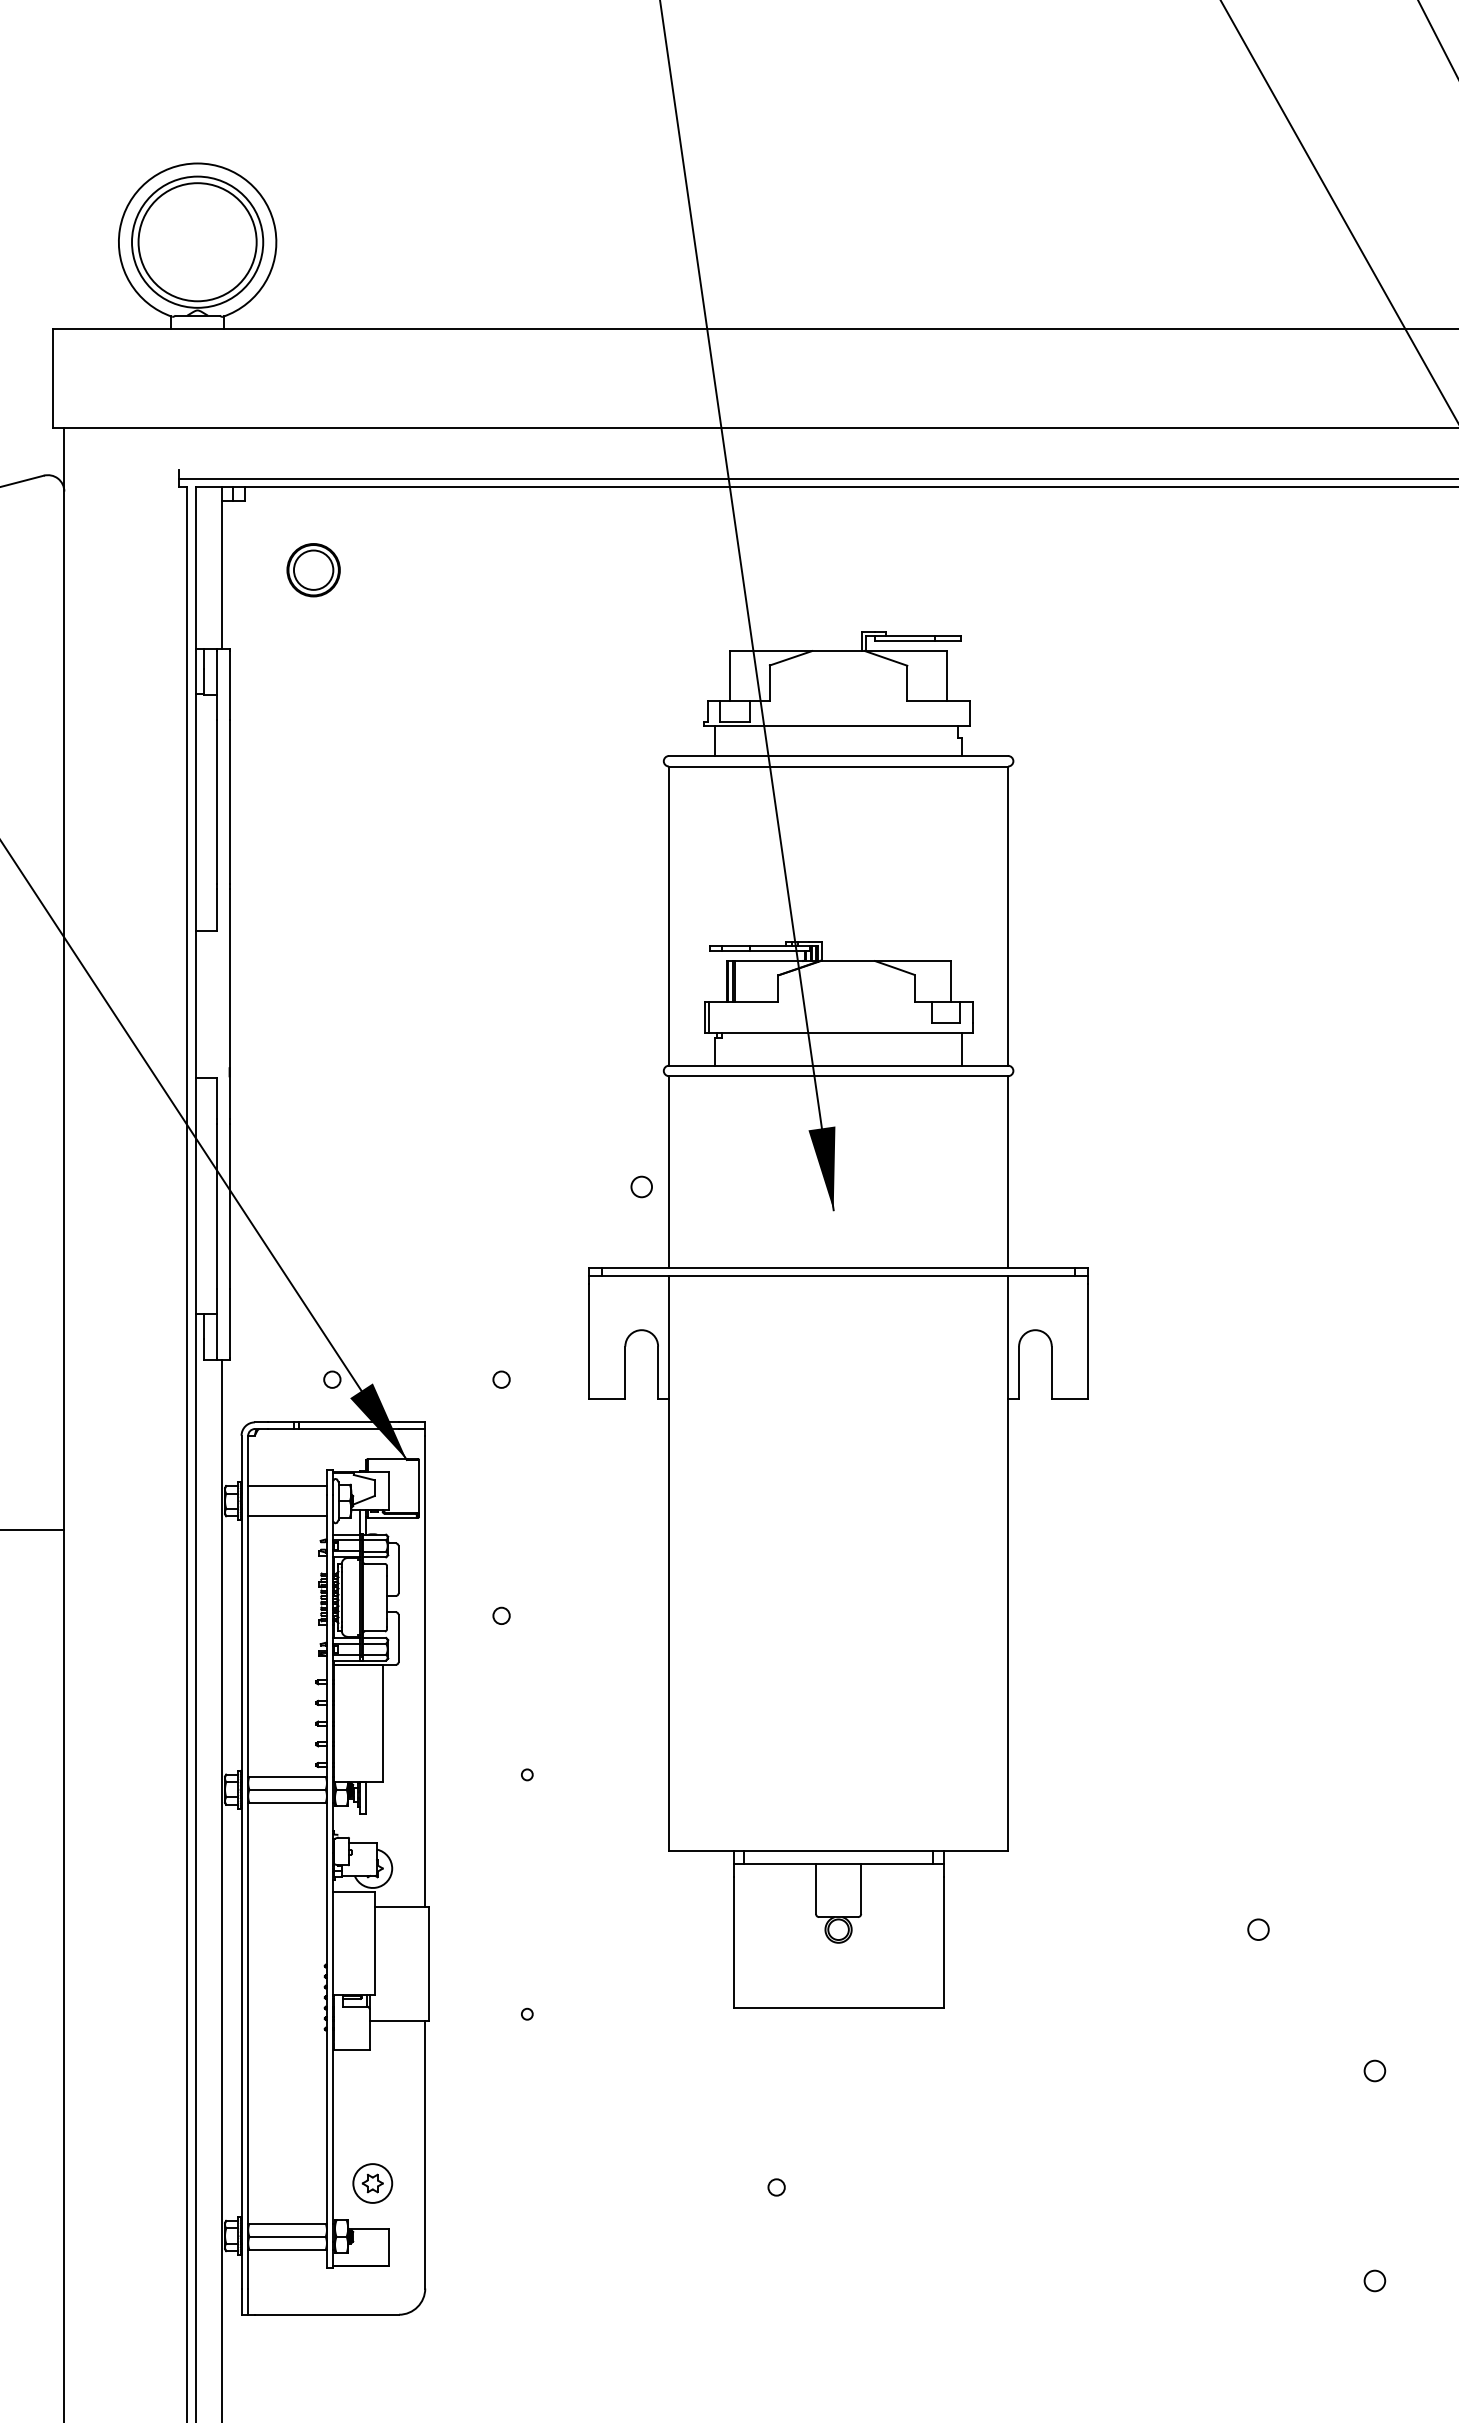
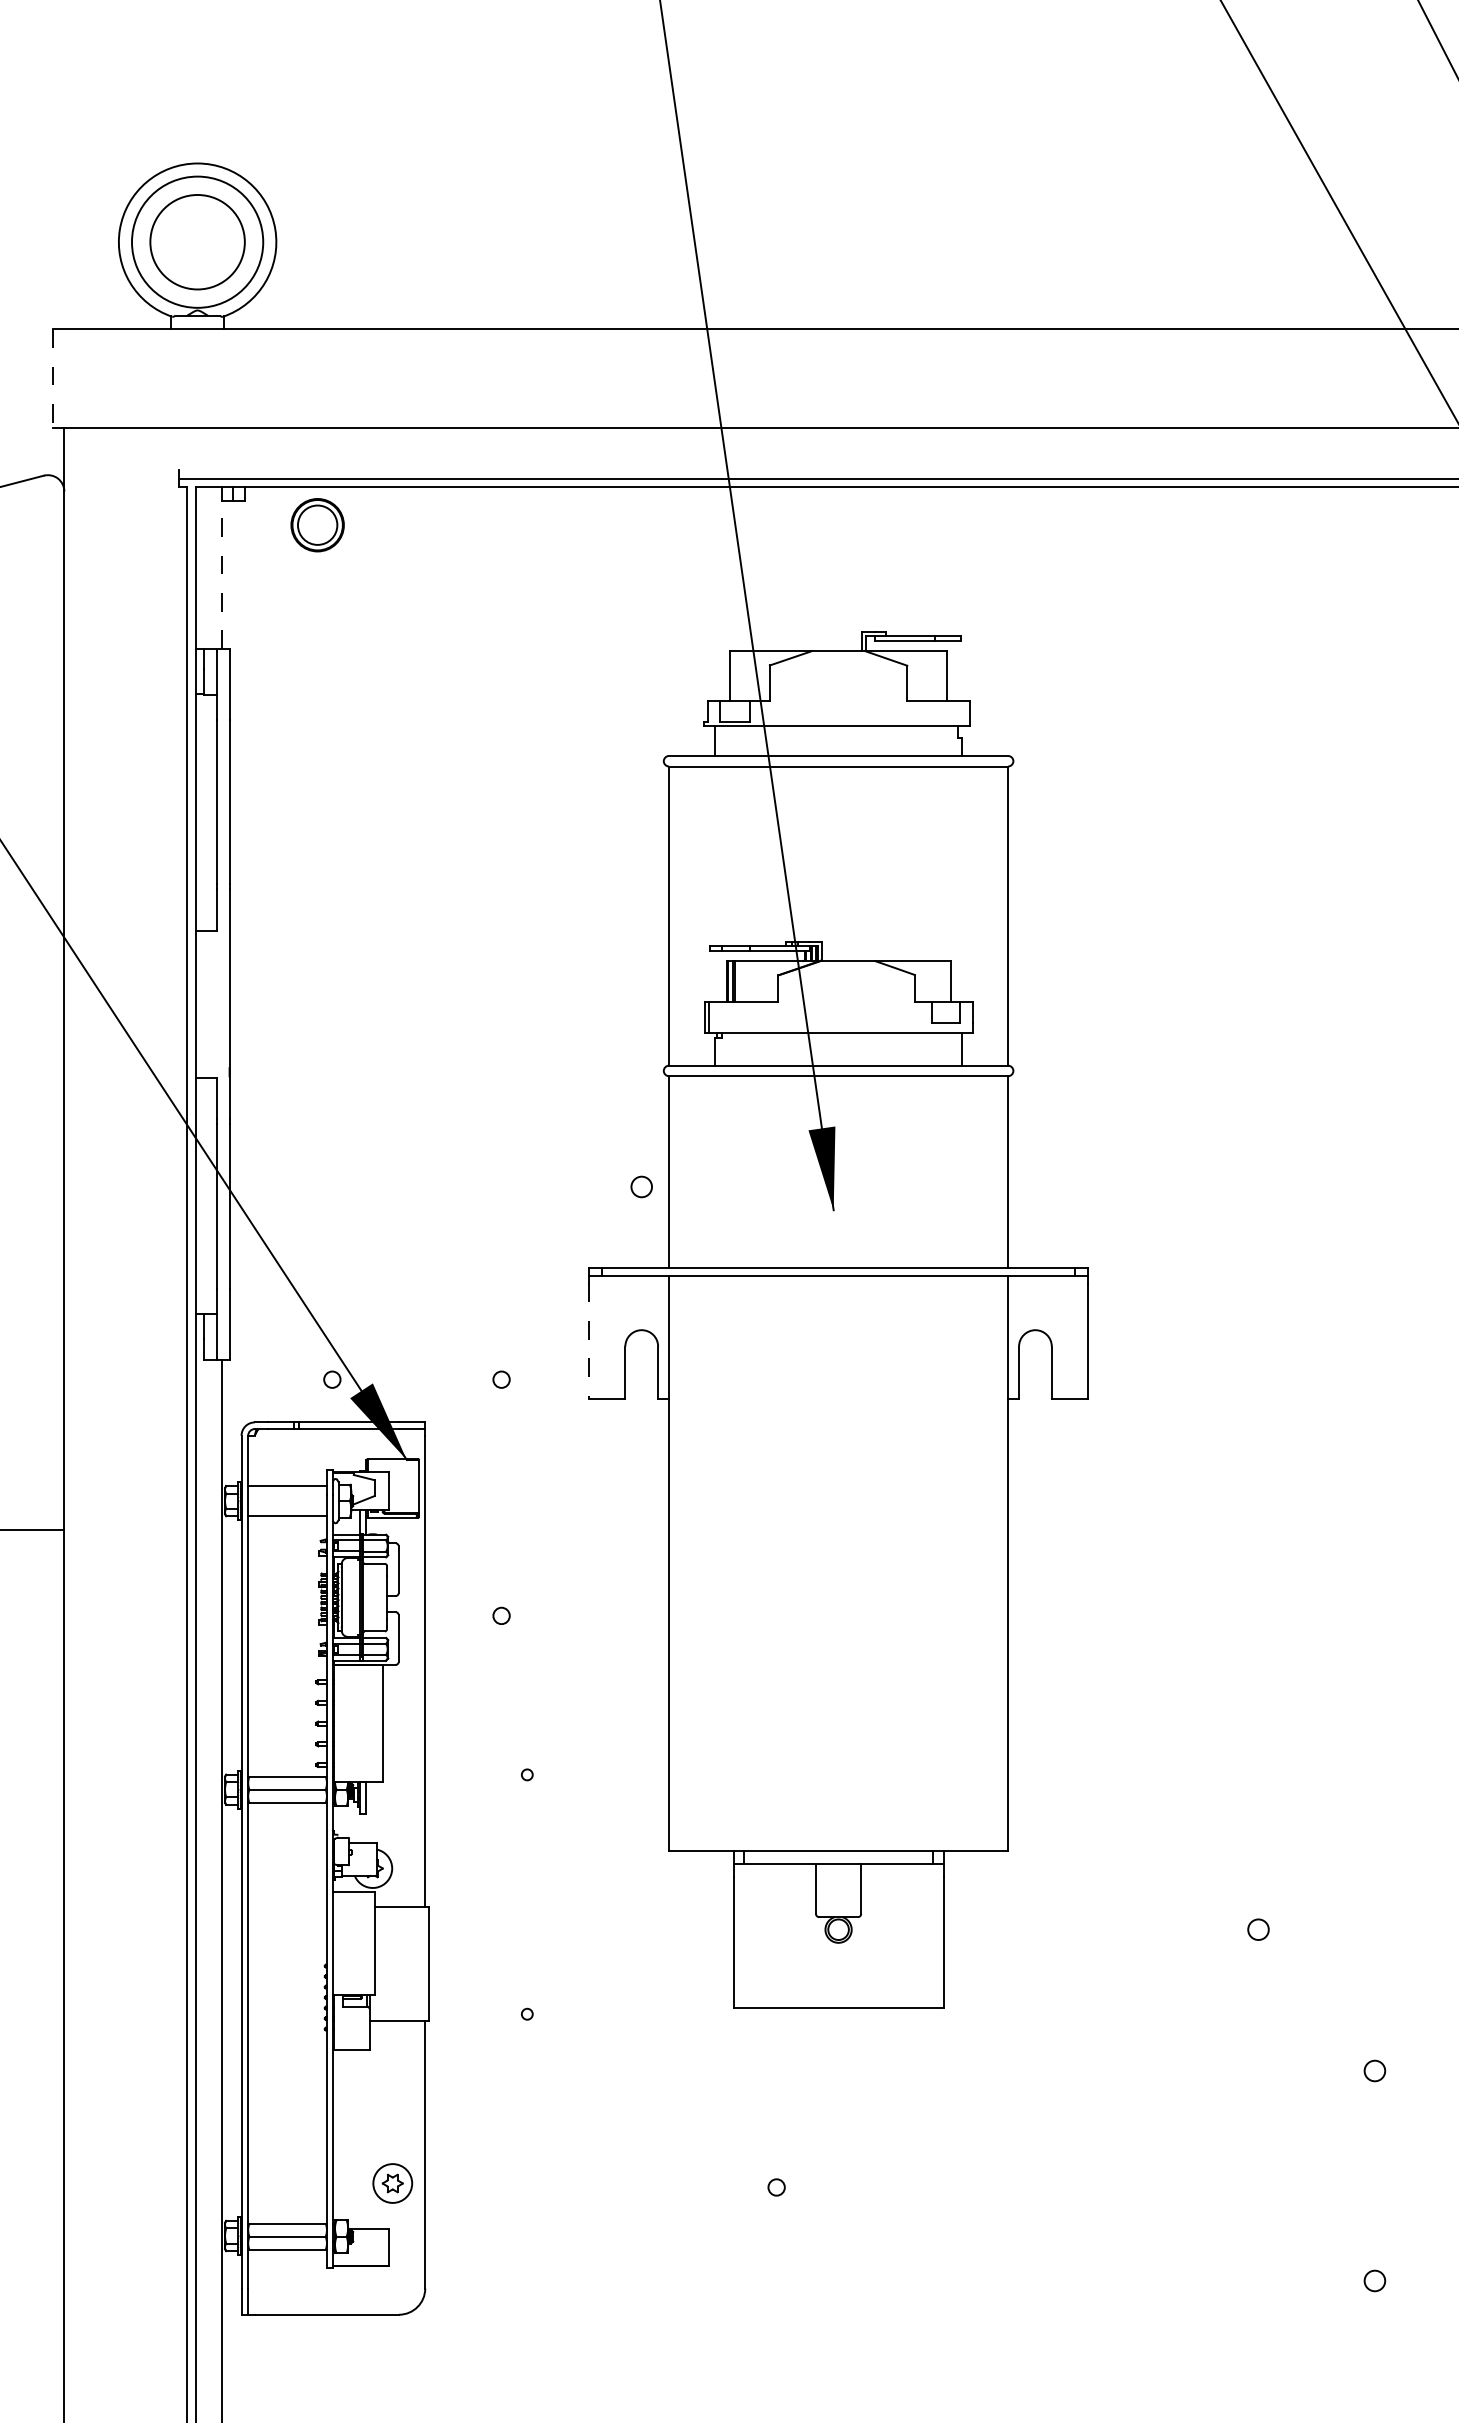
circle at (197, 242) diameter: 118 px -> 94 px
line at (53, 378): solid -> dashed
part at (313, 570) position: (313, 570) -> (317, 525)
line at (221, 574): solid -> dashed
line at (589, 1341): solid -> dashed
part at (372, 2183) position: (372, 2183) -> (392, 2183)
